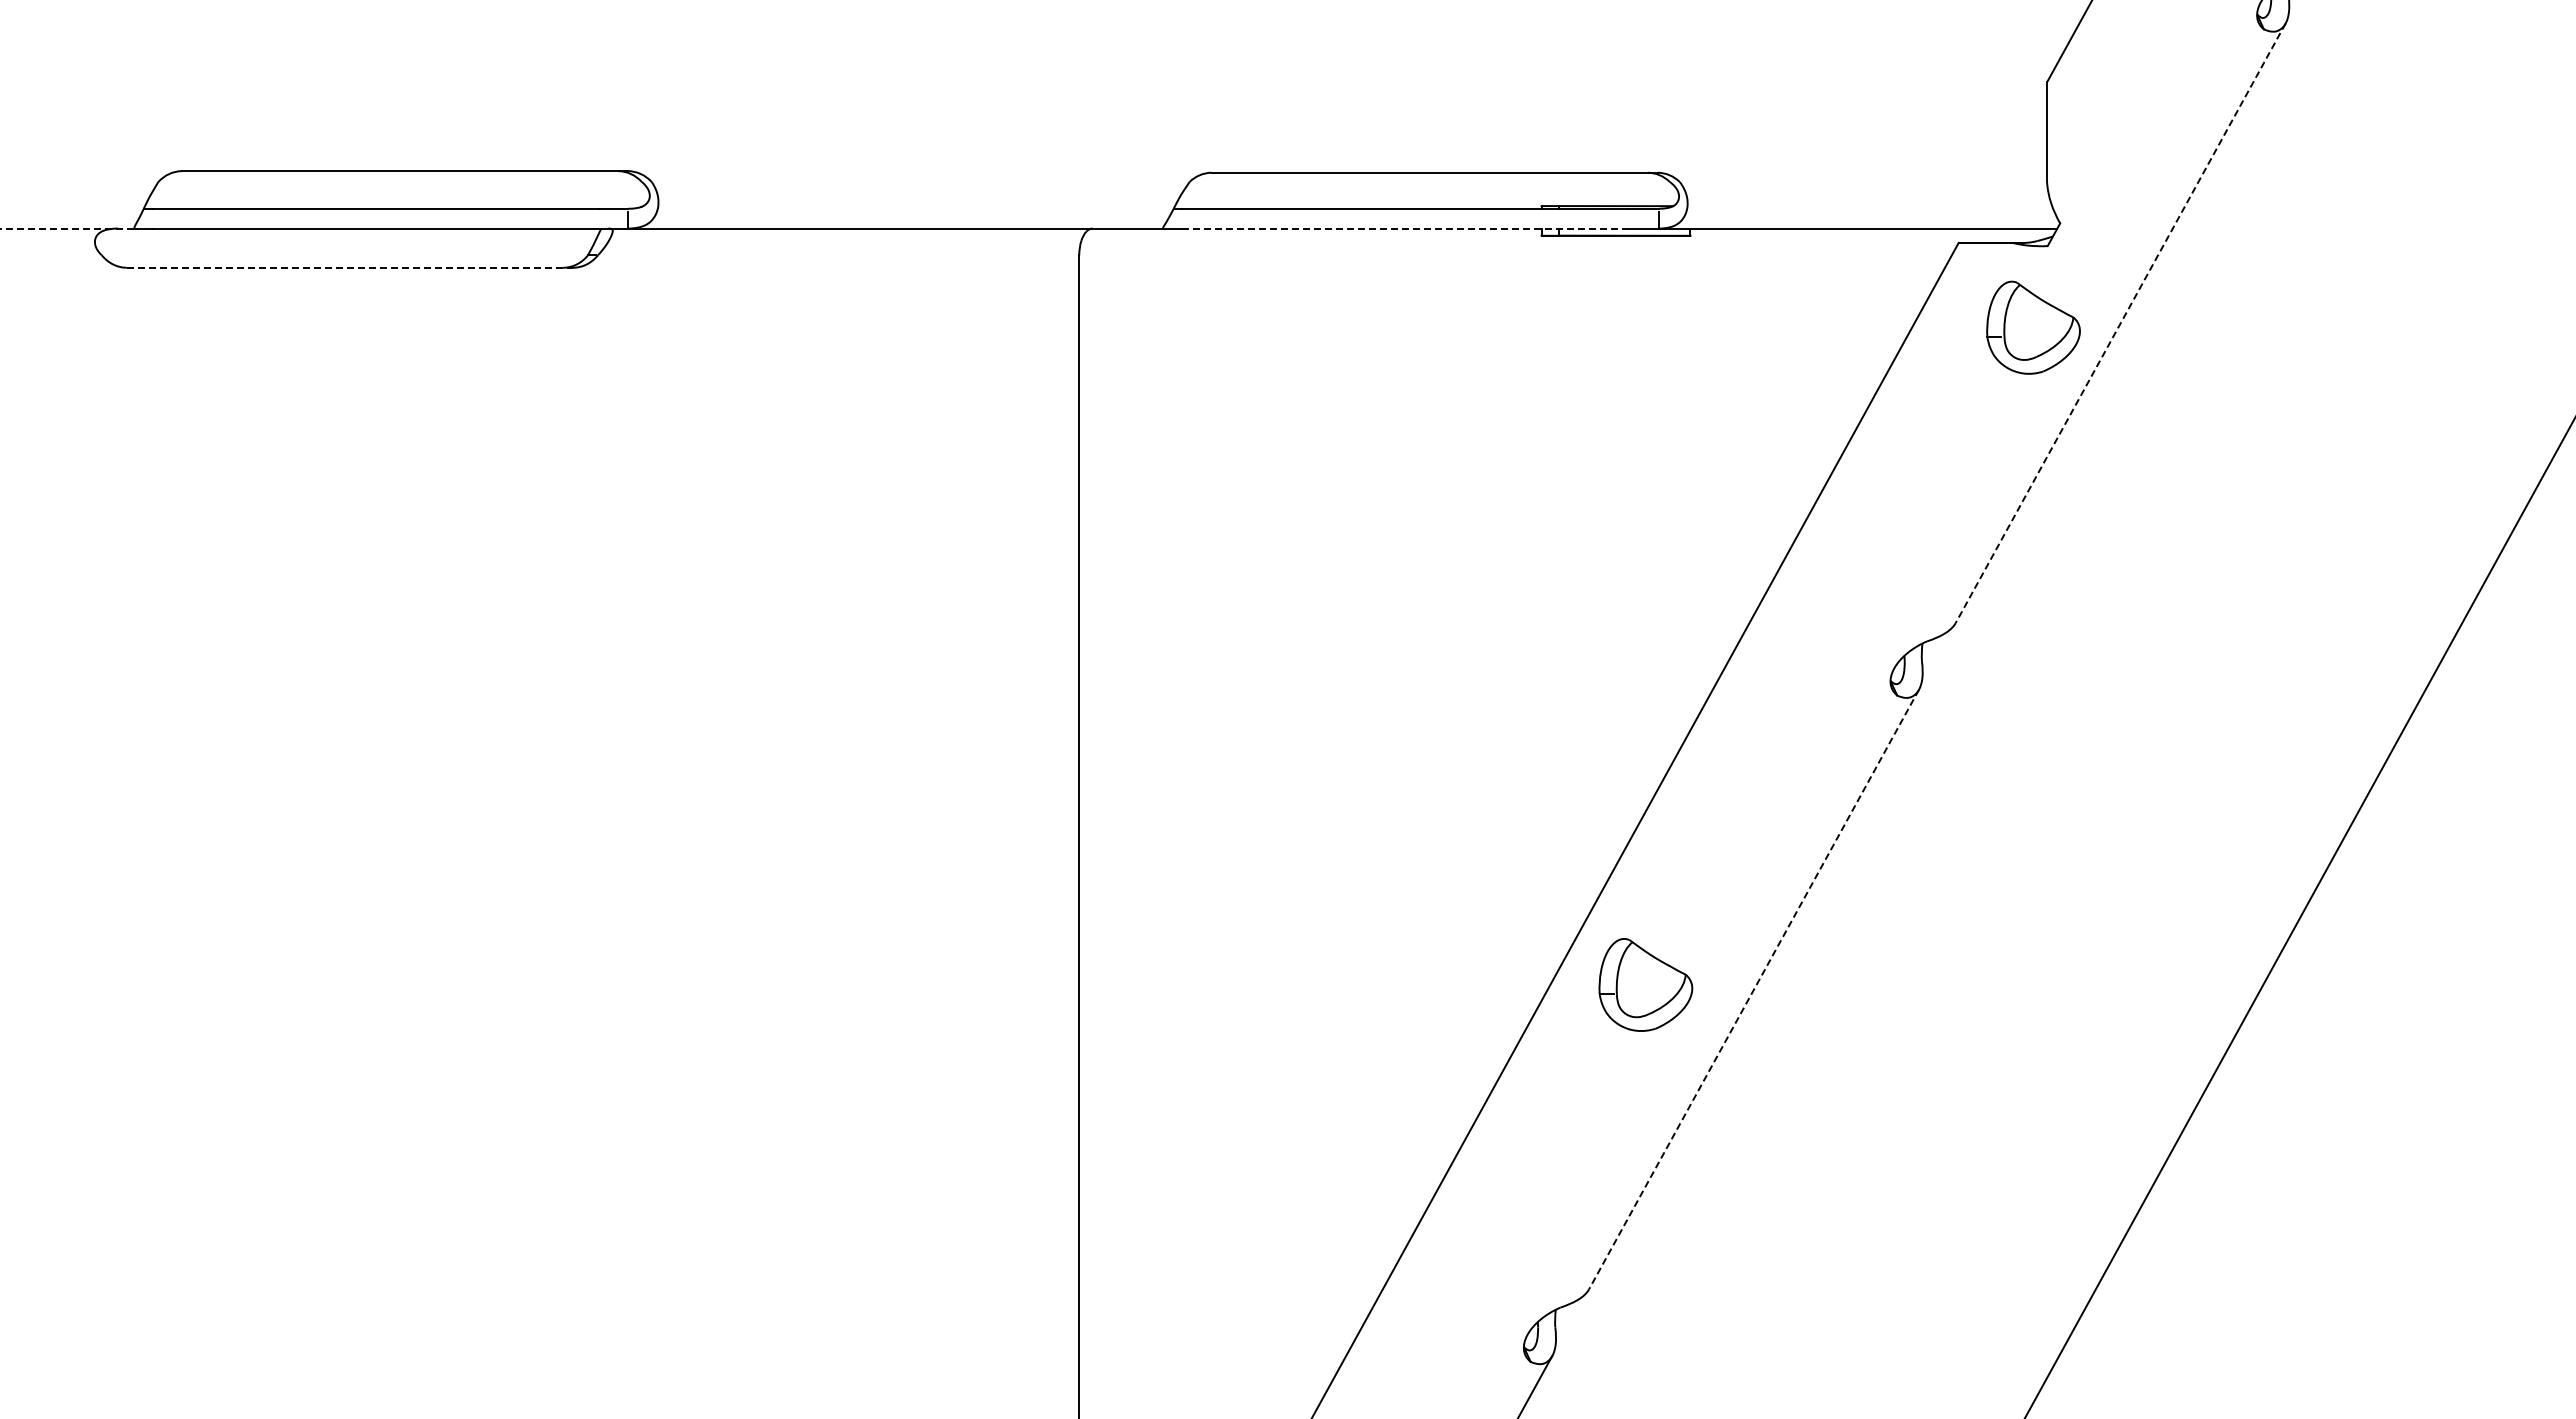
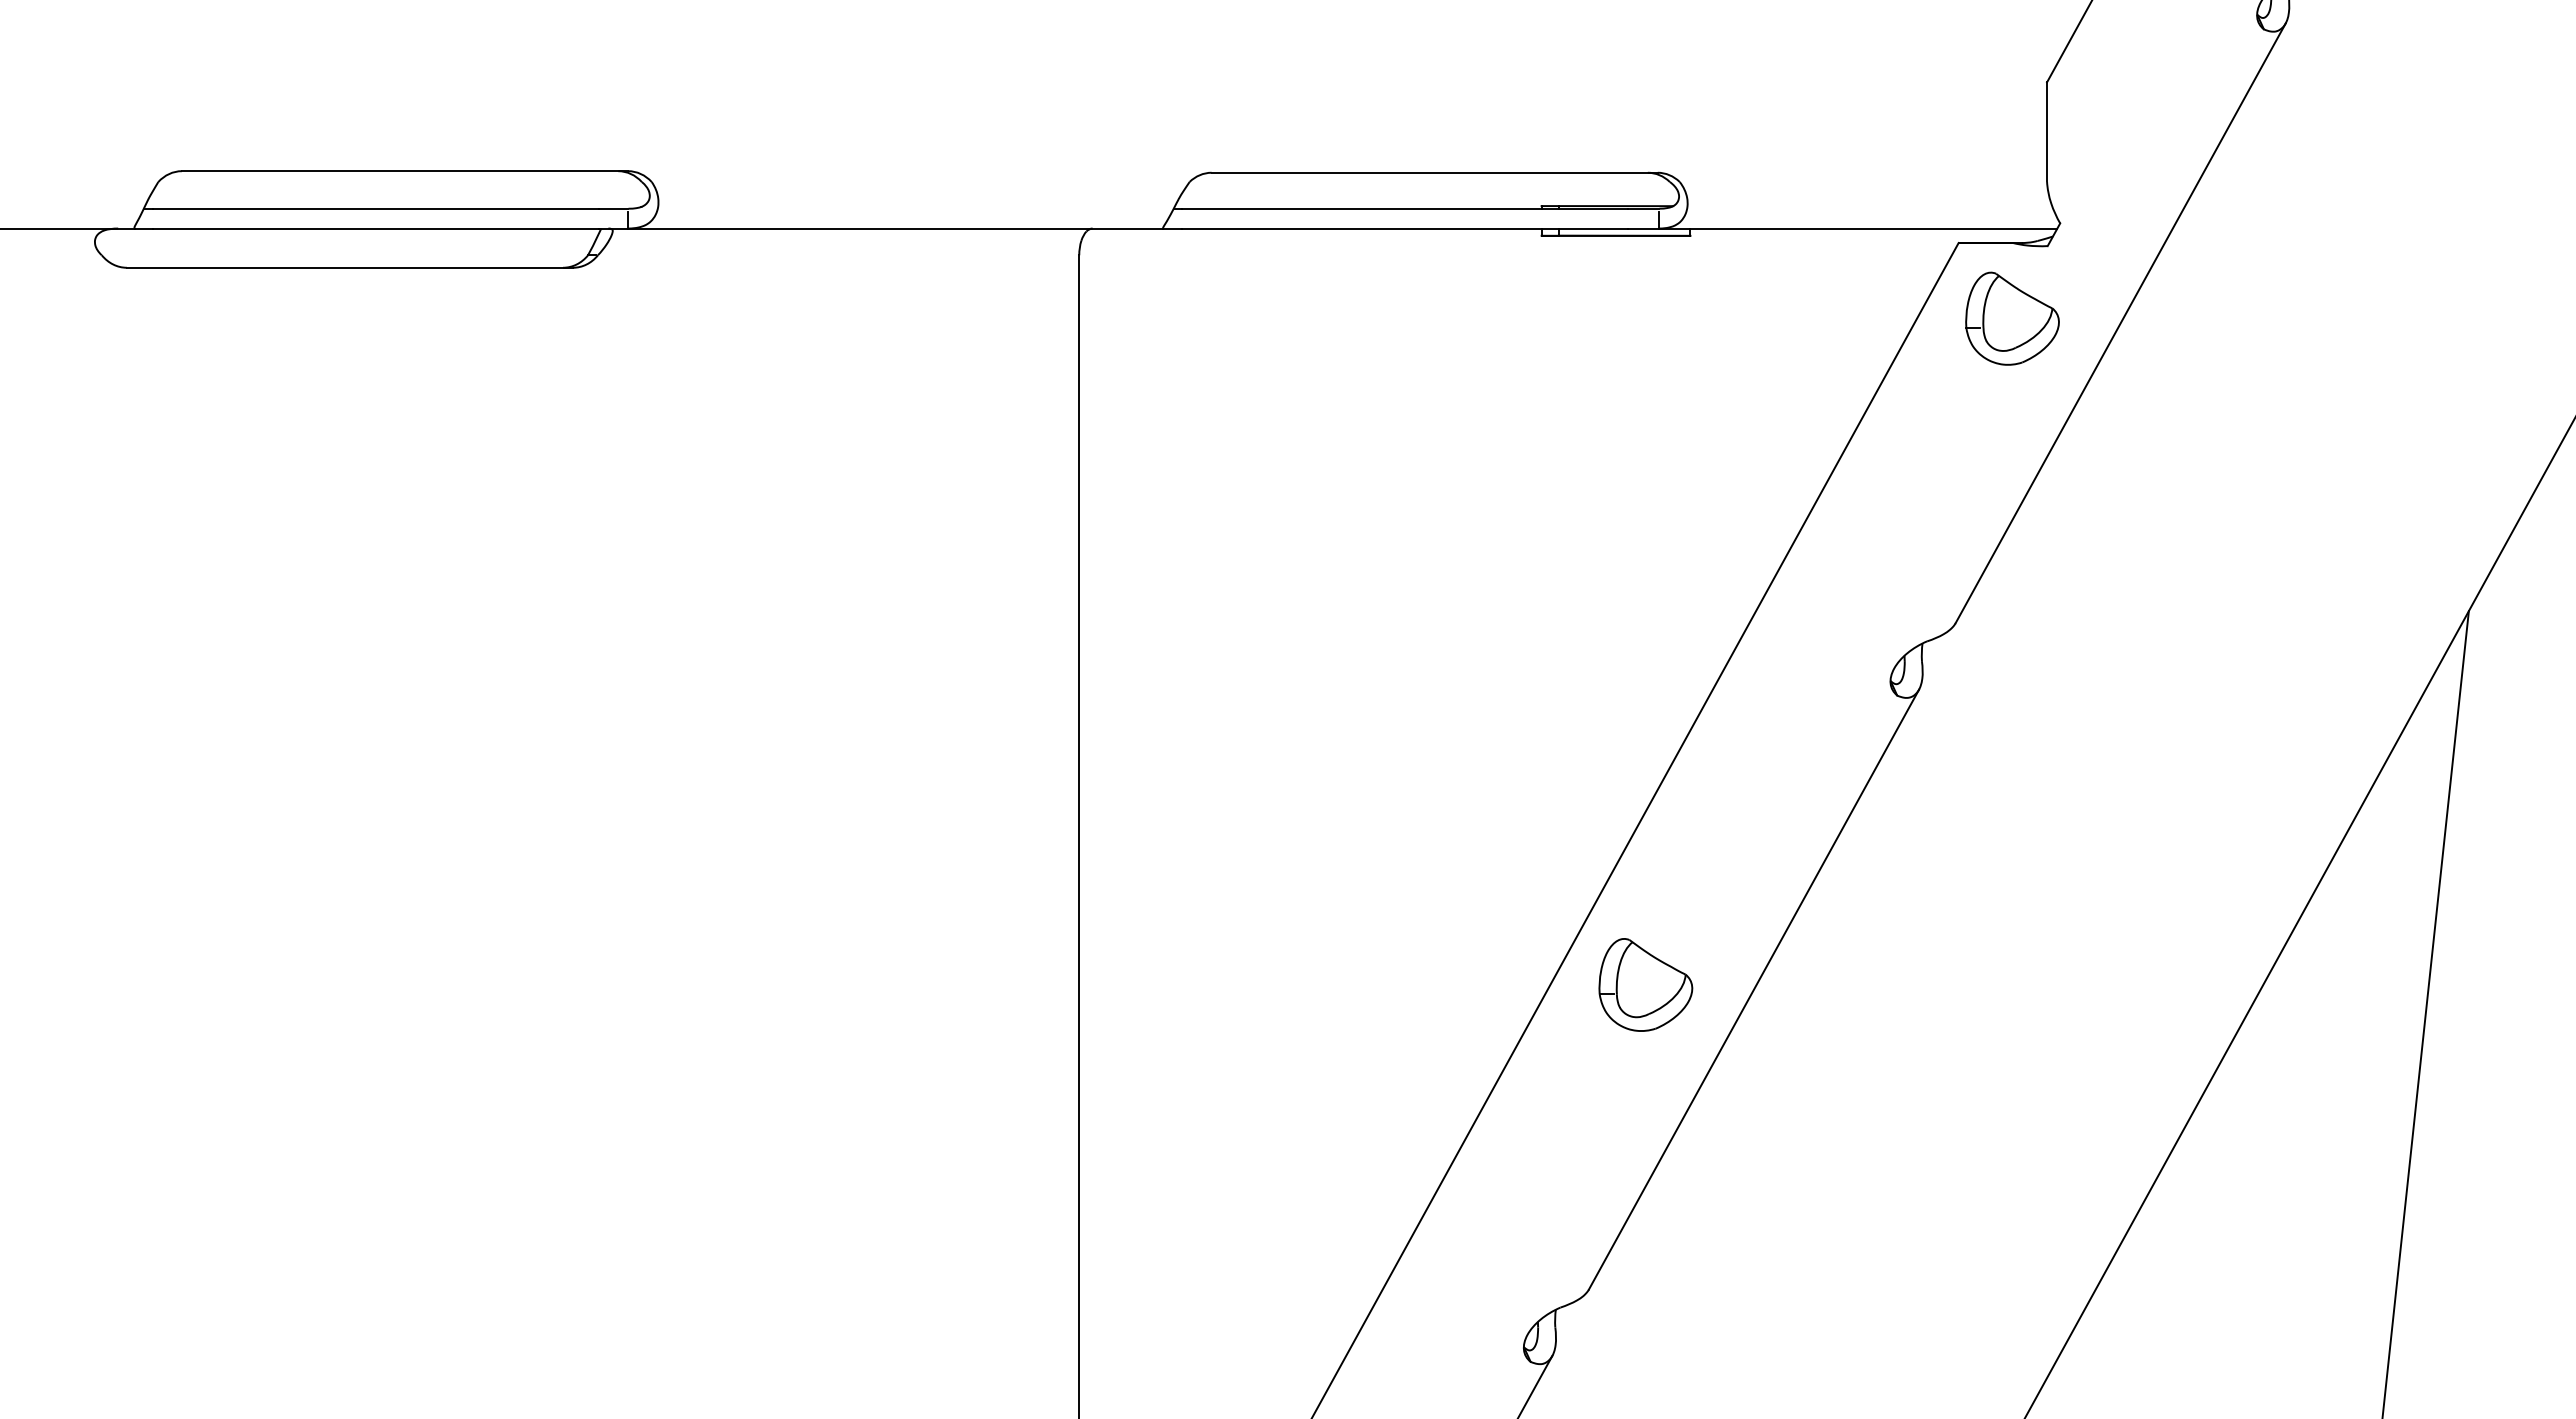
line at (68, 228): dashed -> solid
line at (1405, 228): dashed -> solid
line at (350, 267): dashed -> solid
line at (2120, 323): dashed -> solid
part at (2033, 327) position: (2033, 327) -> (2012, 318)
line at (1753, 990): dashed -> solid
line at (2425, 1013): none -> present
